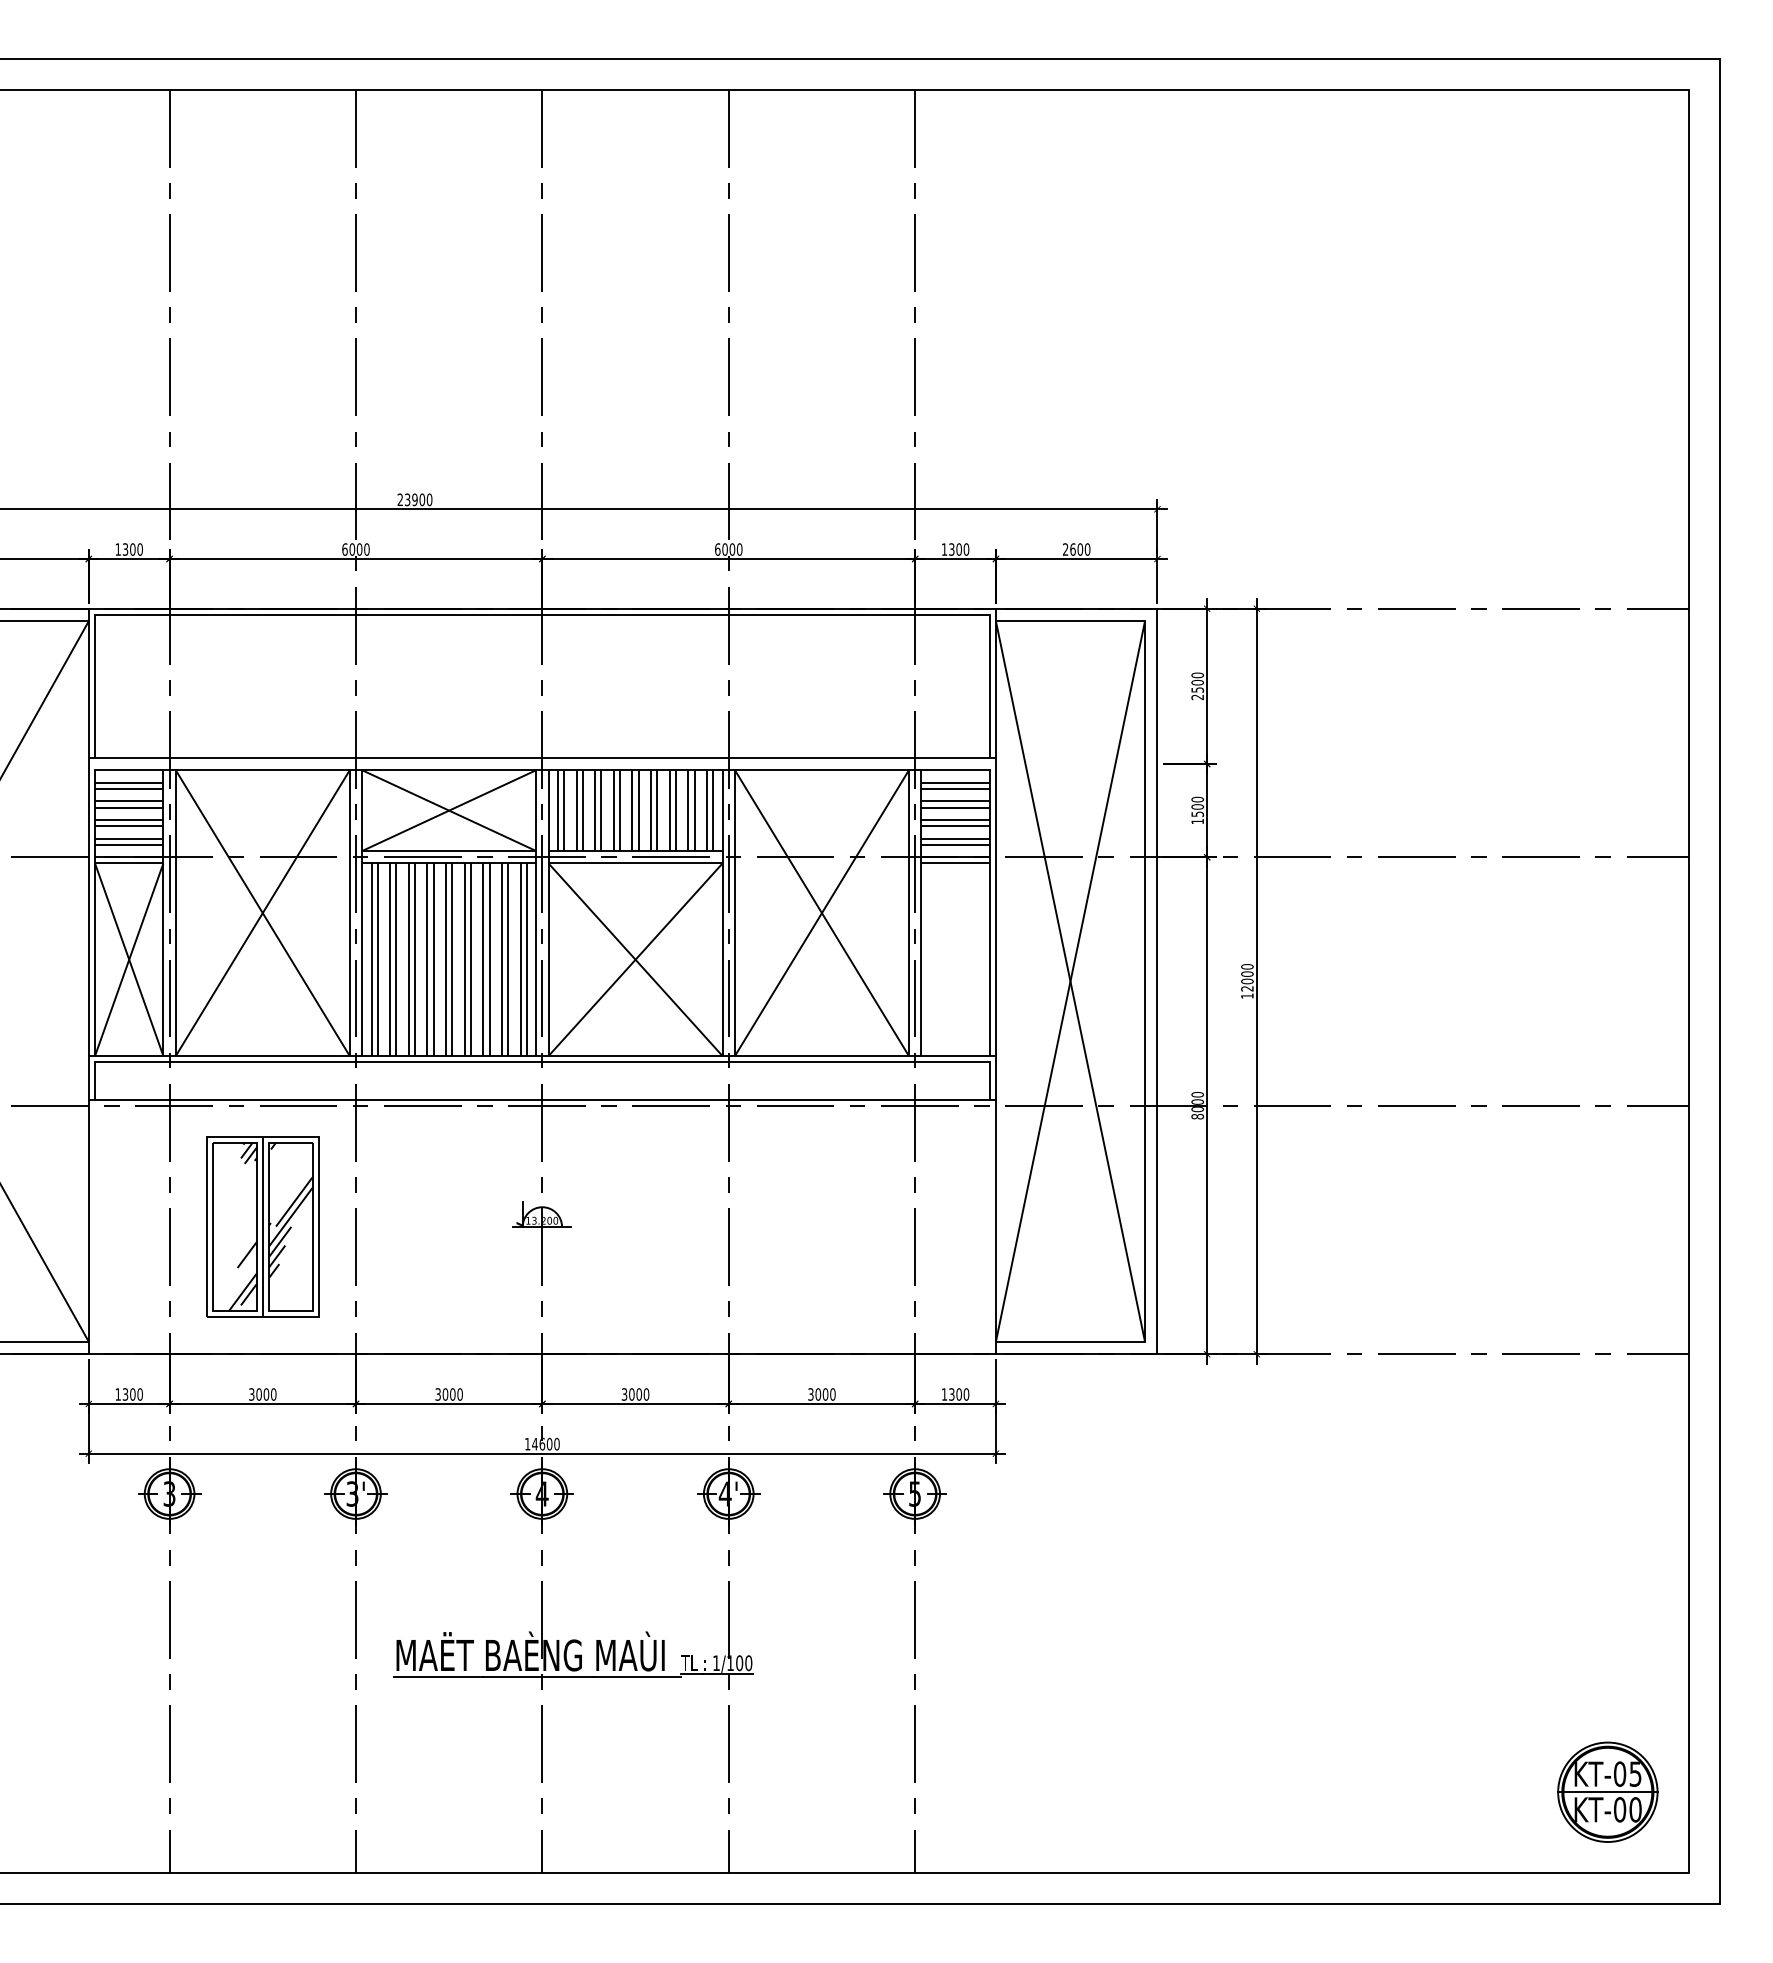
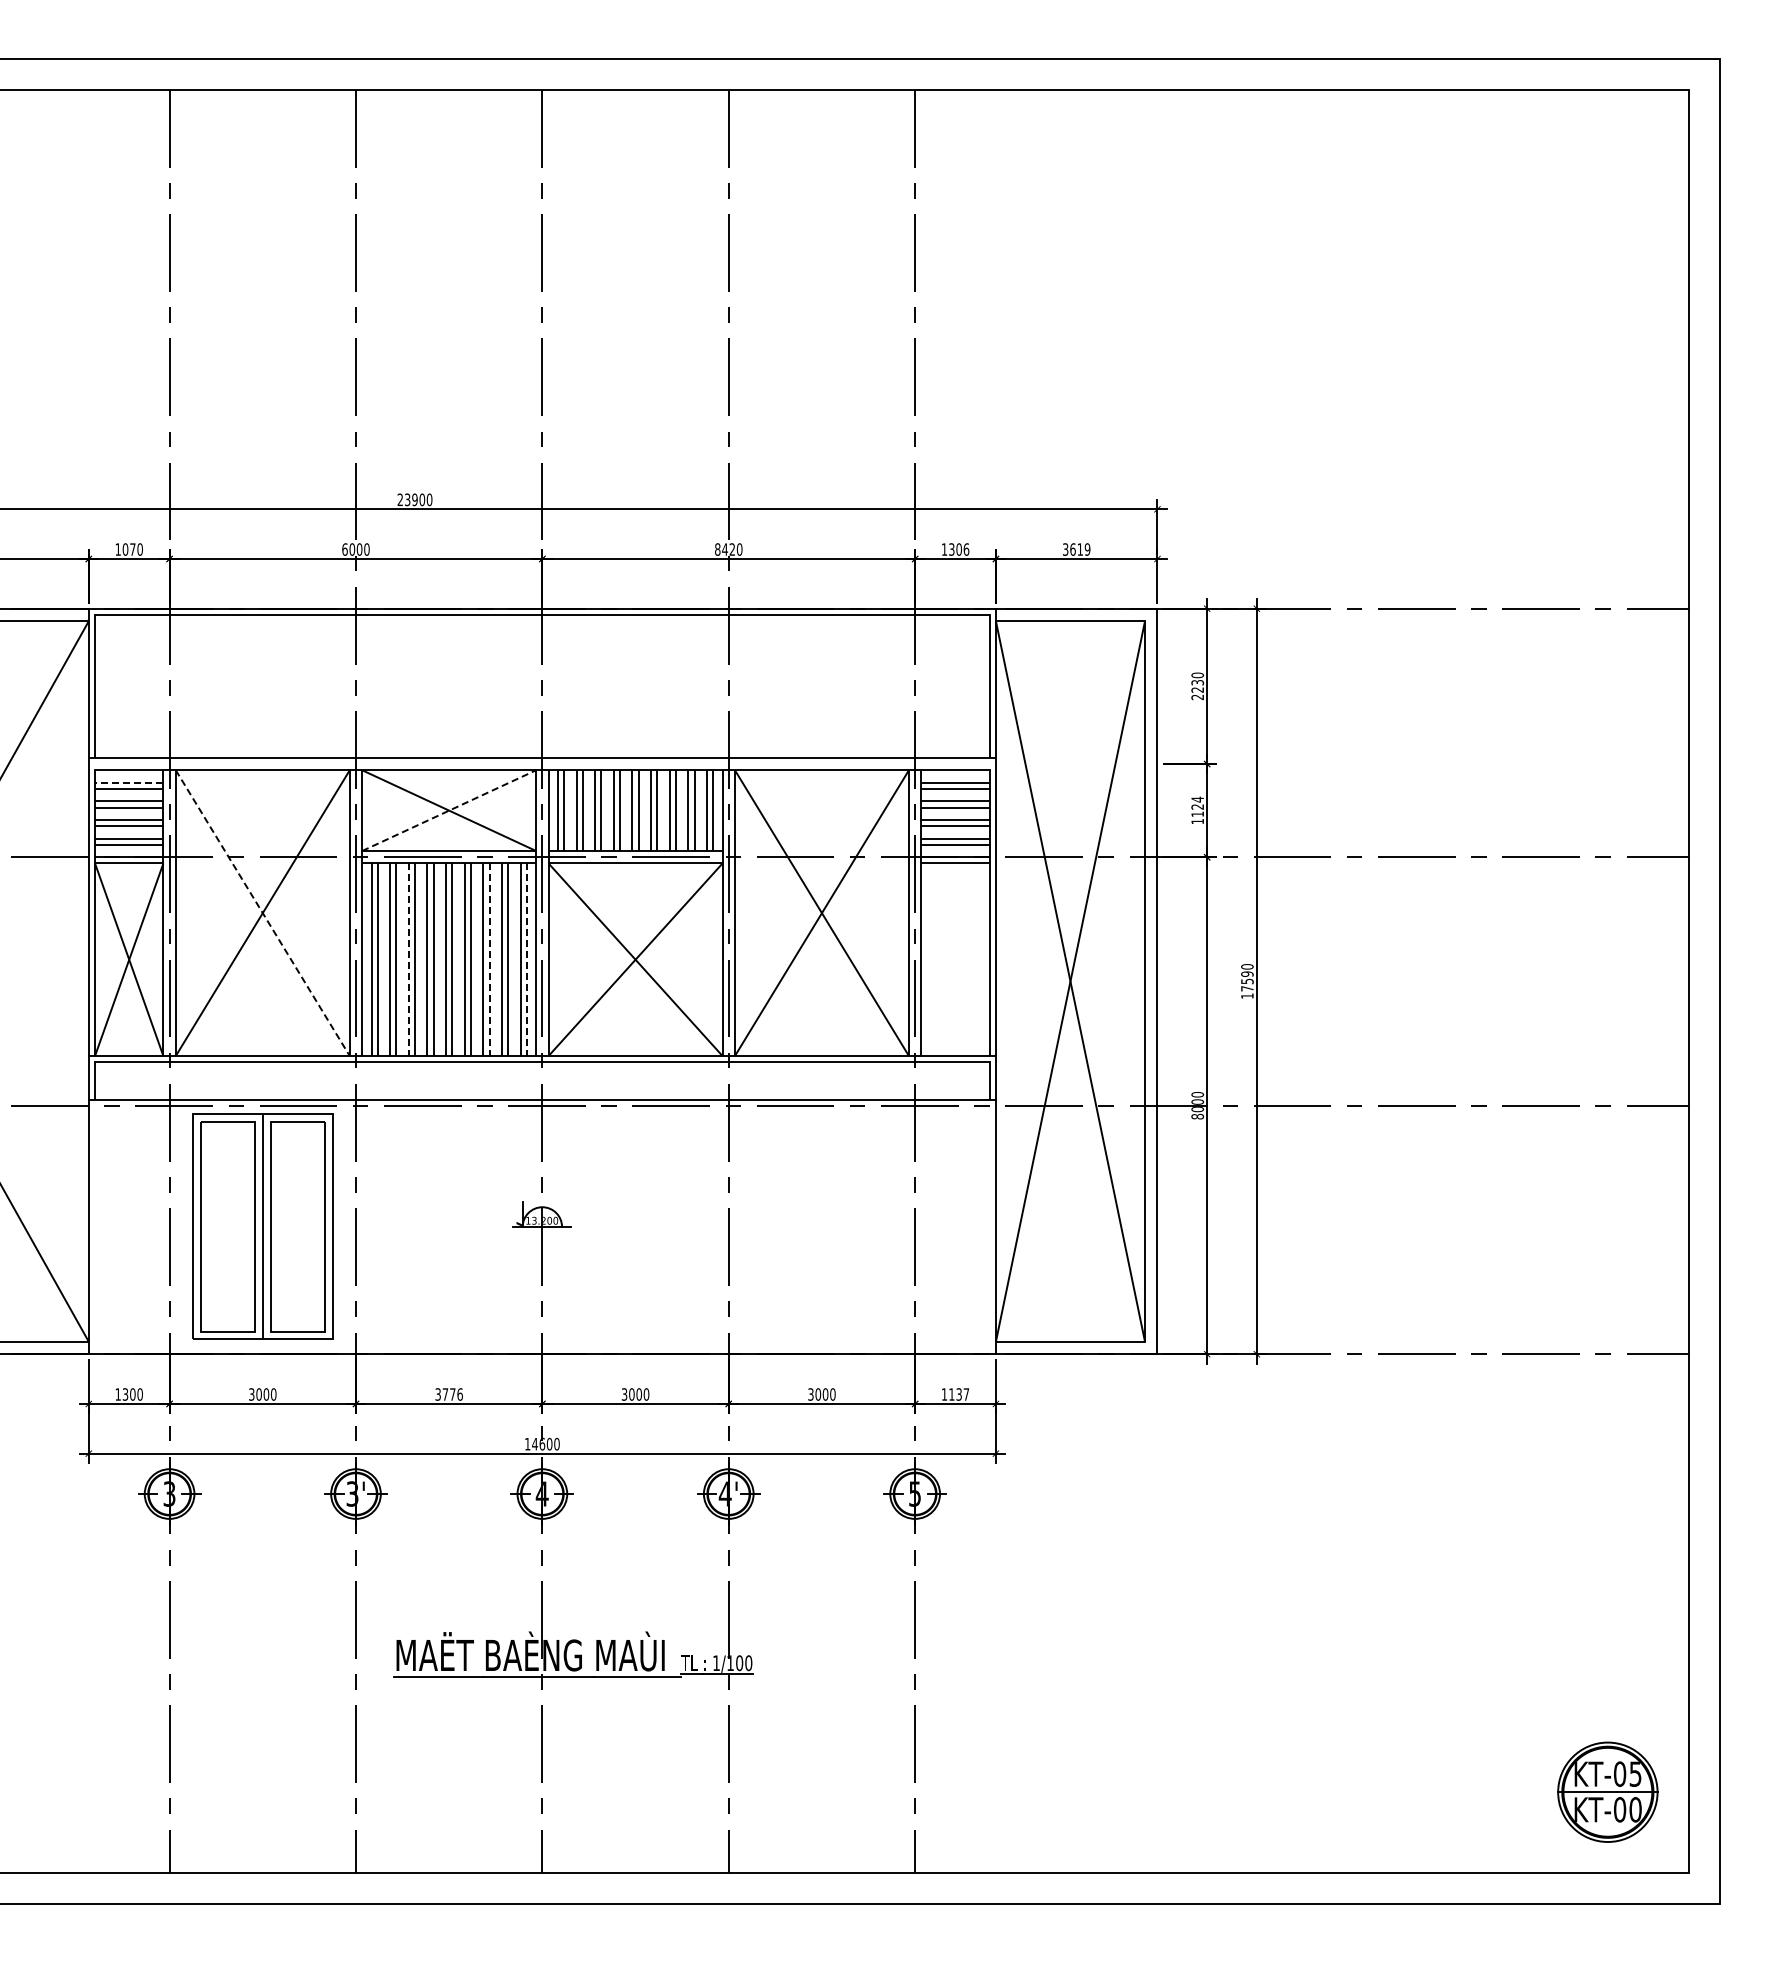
text at (128, 549): 1300 -> 1070
text at (725, 549): 6000 -> 8420
text at (966, 549): 1300 -> 1306
text at (1076, 549): 2600 -> 3619
text at (1197, 685): 2500 -> 2230
line at (128, 782): solid -> dashed
text at (1197, 806): 1500 -> 1124
line at (449, 810): solid -> dashed
line at (263, 913): solid -> dashed
line at (408, 960): solid -> dashed
line at (489, 960): solid -> dashed
line at (526, 960): solid -> dashed
text at (1247, 981): 12000 -> 17590
part at (262, 1226) size: 114x182 px -> 142x227 px
text at (452, 1394): 3000 -> 3776
text at (959, 1394): 1300 -> 1137
